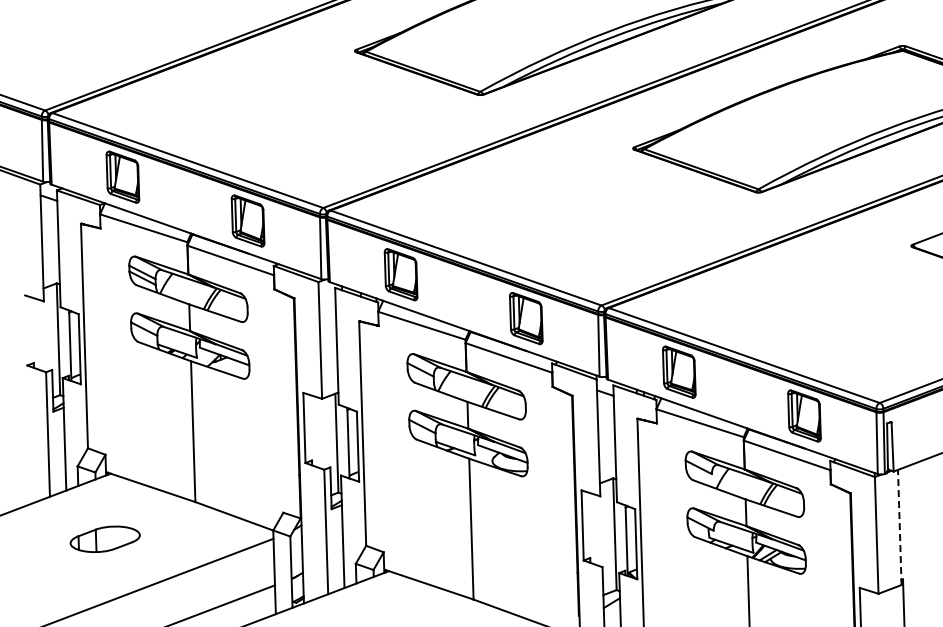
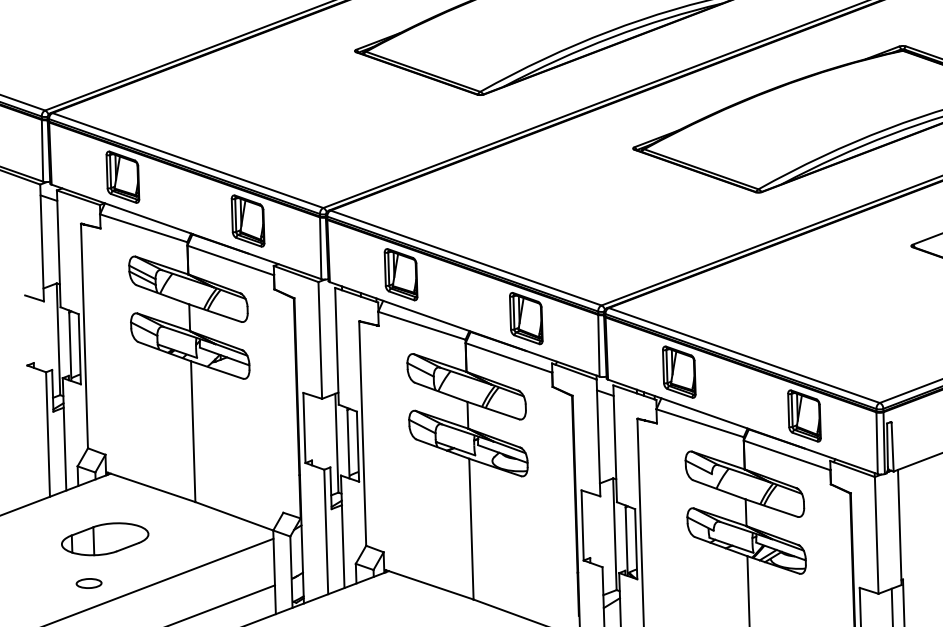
line at (899, 527): dashed -> solid
part at (104, 538) size: 72x28 px -> 89x35 px
part at (88, 583): none -> present
line at (891, 605): none -> present
